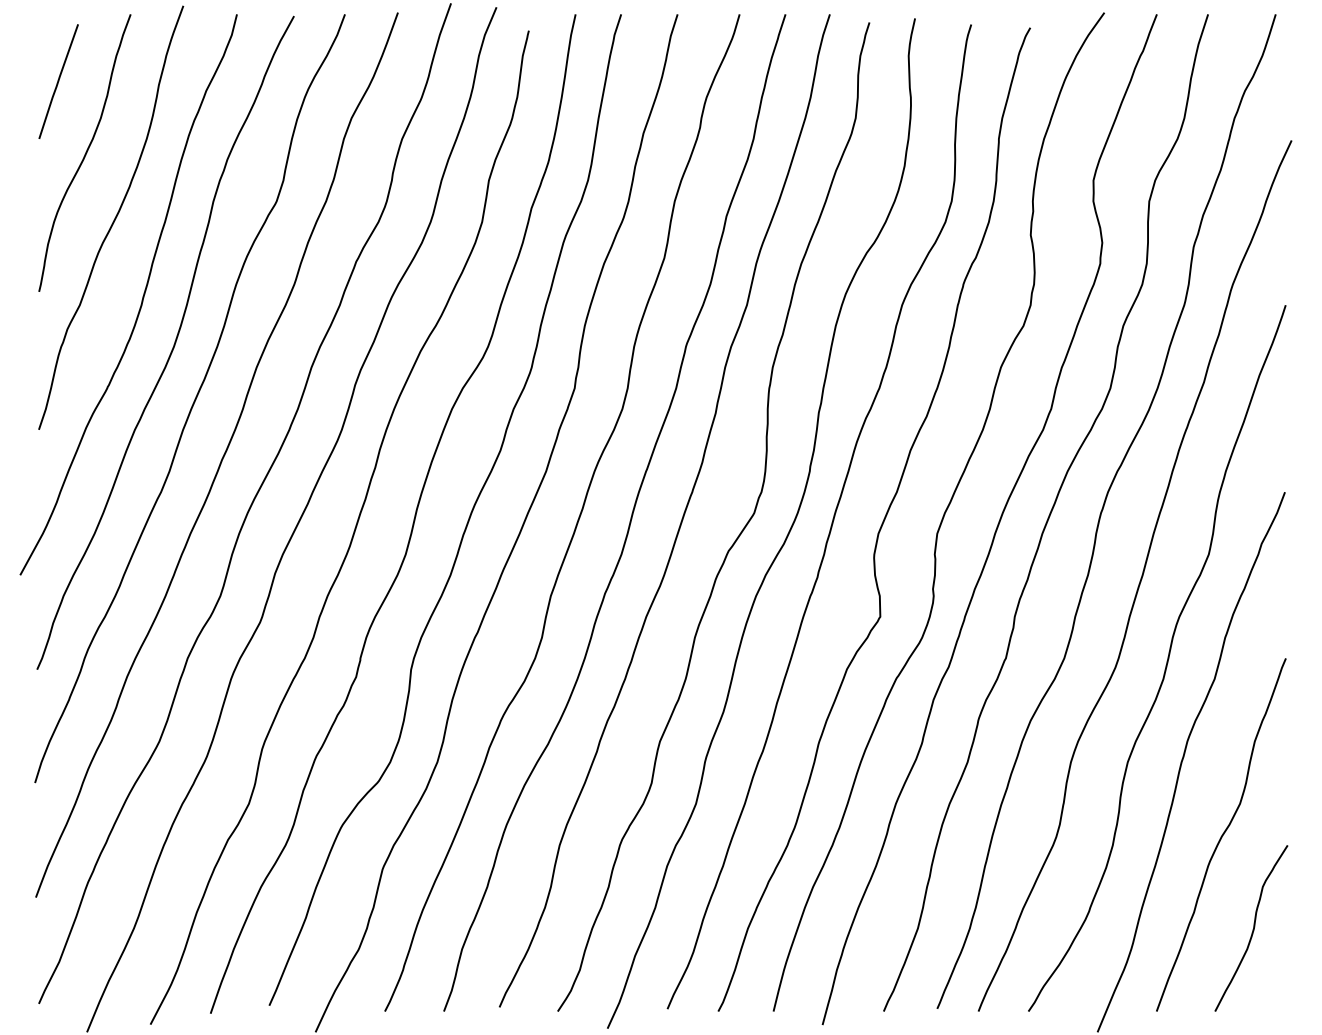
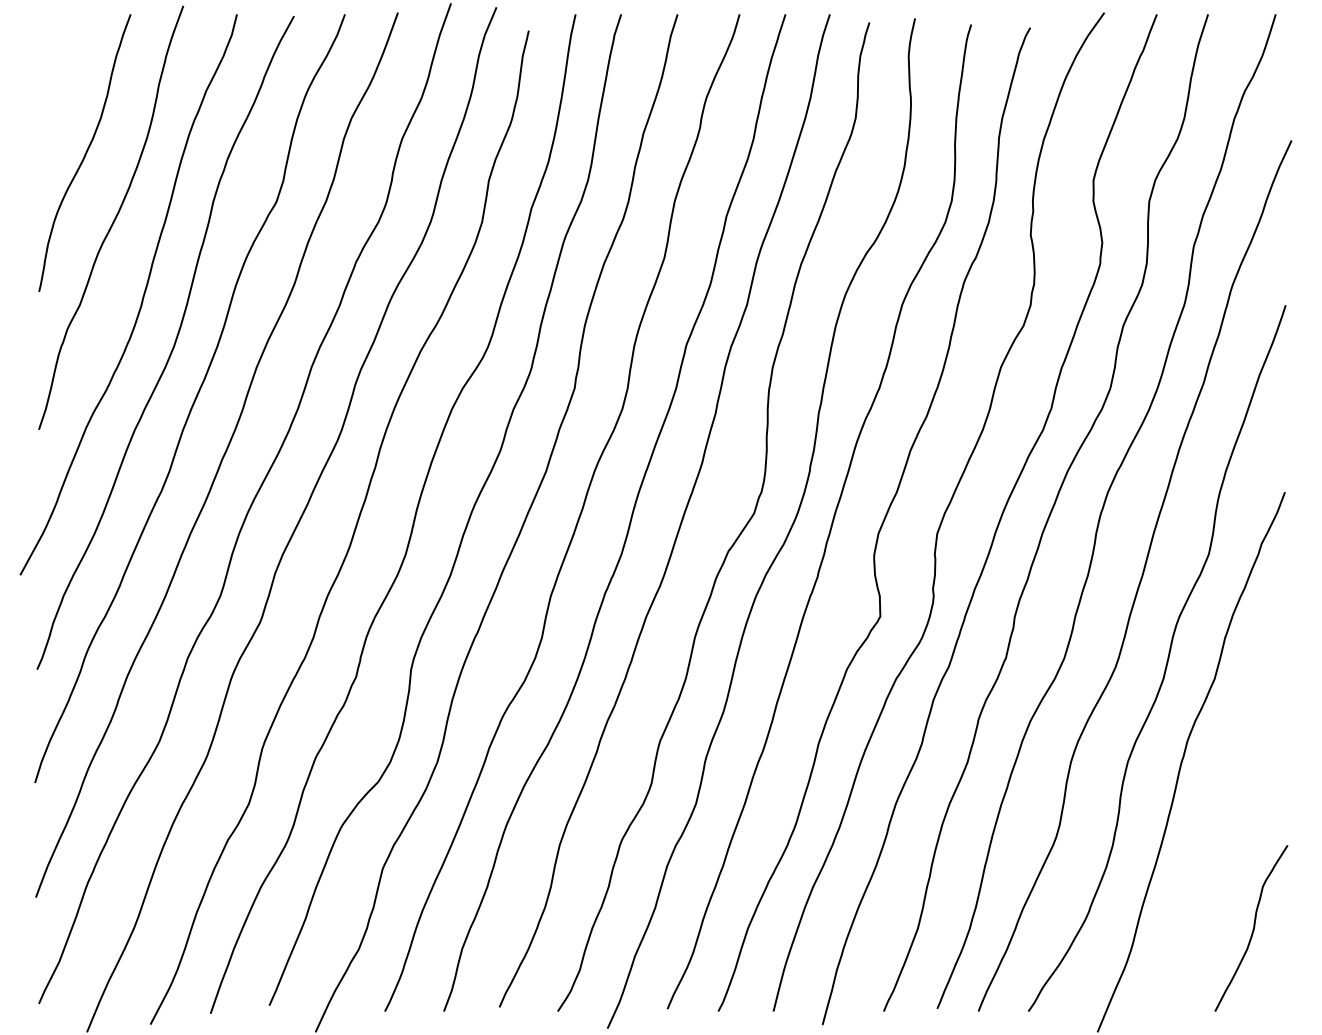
line at (58, 81): present -> none
curve at (1222, 834): present -> none
